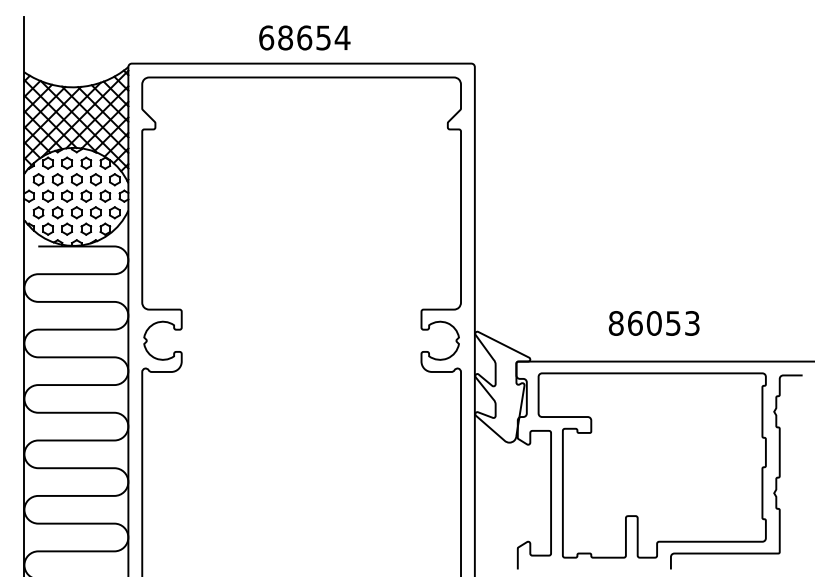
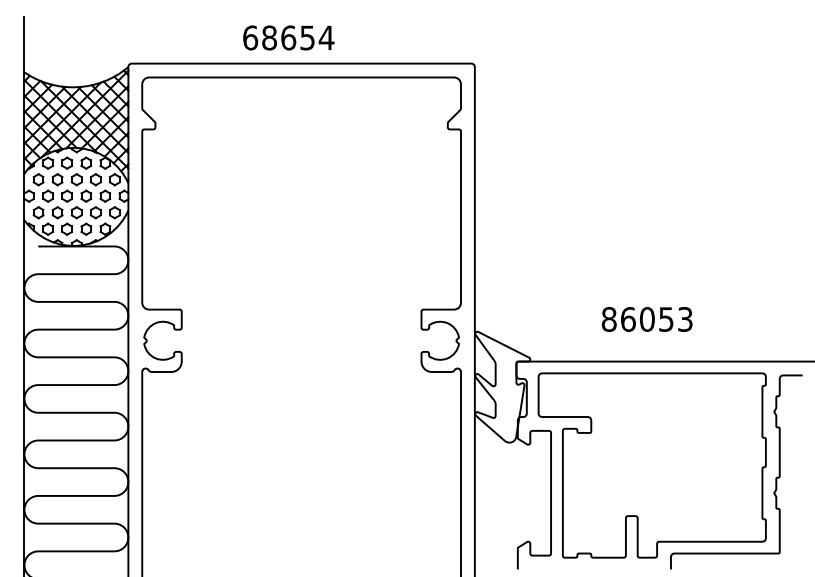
text at (304, 37) position: (304, 37) -> (288, 37)
text at (653, 323) position: (653, 323) -> (646, 319)
